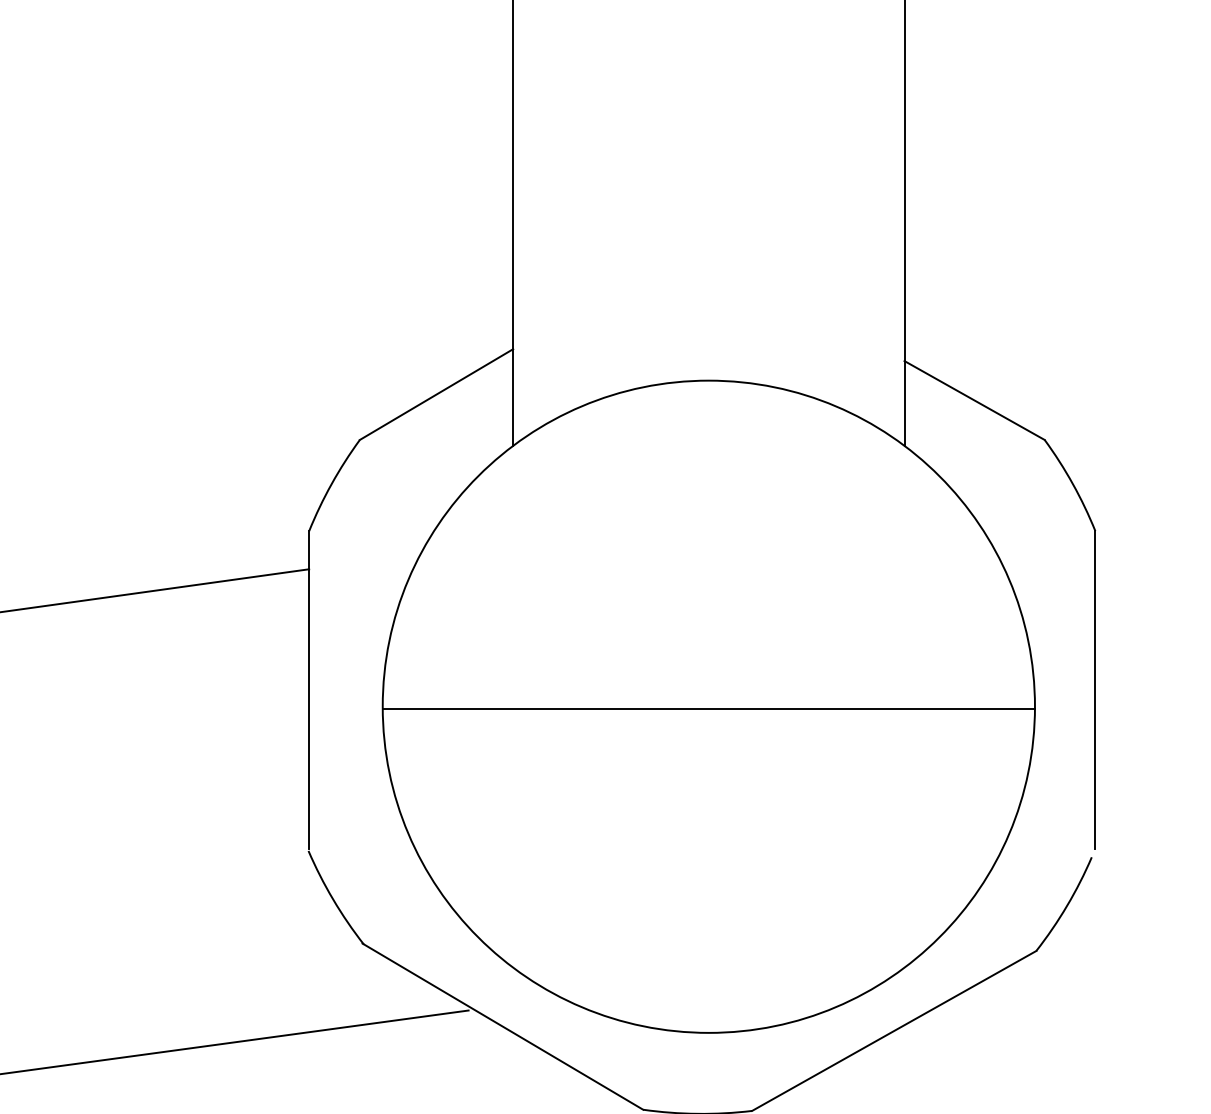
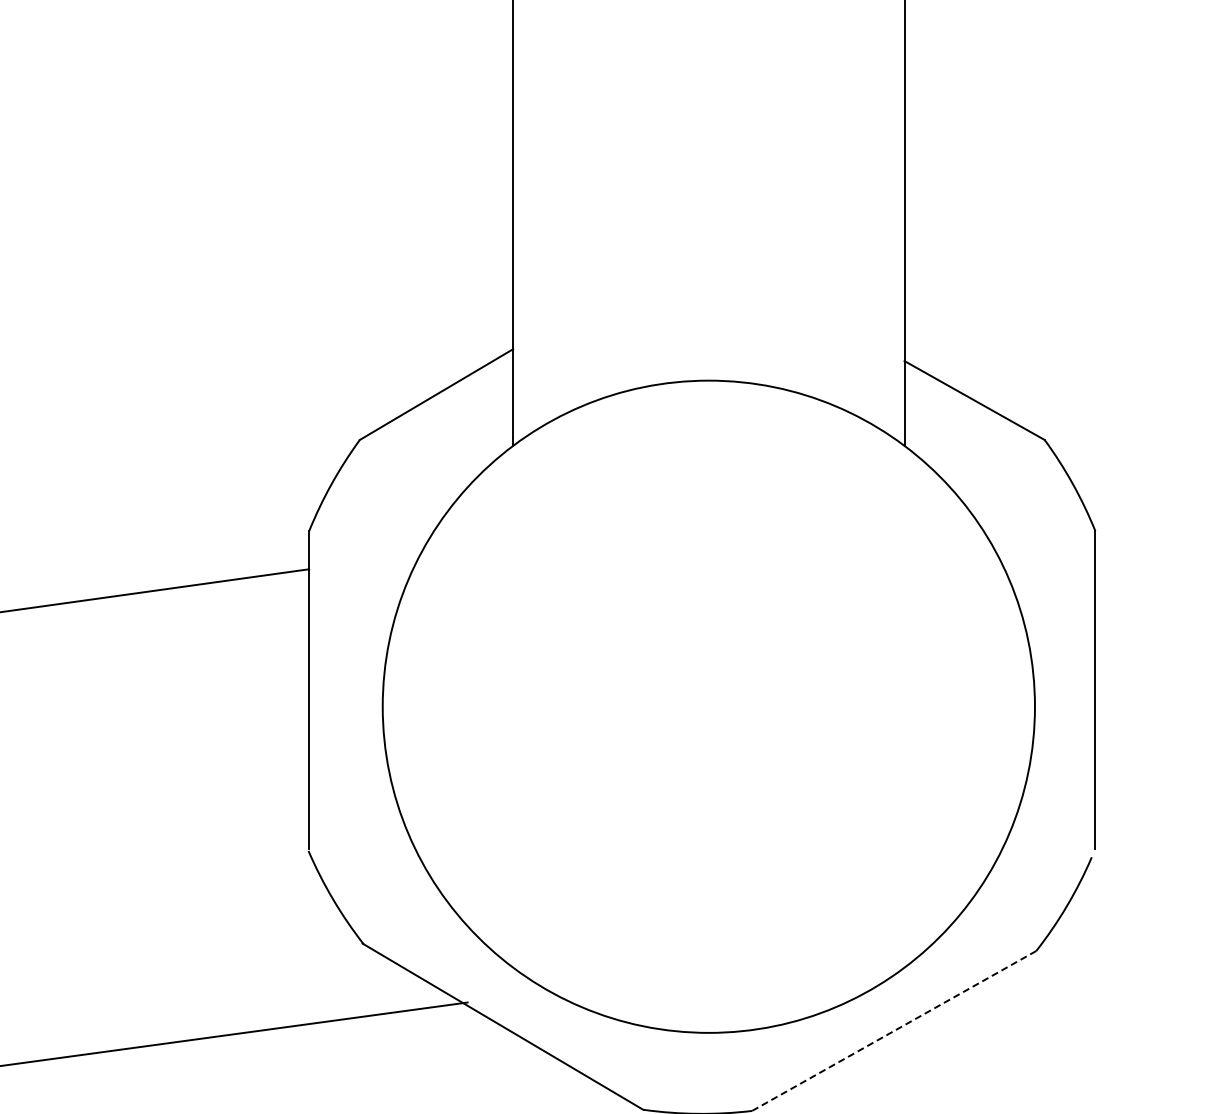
line at (708, 708): present -> none
line at (893, 1031): solid -> dashed
line at (235, 1041) position: (235, 1041) -> (234, 1033)
